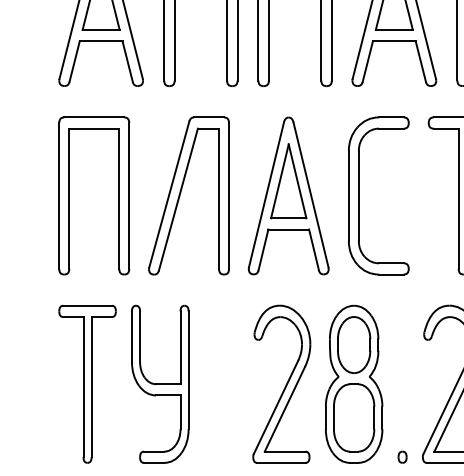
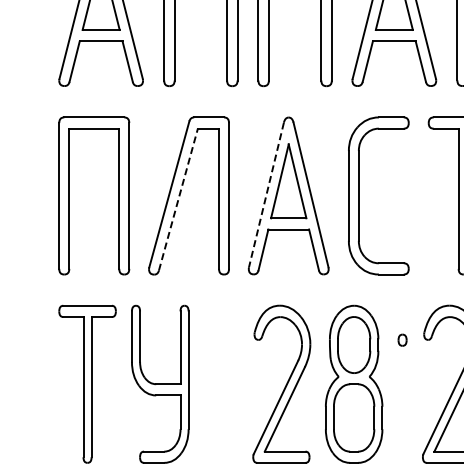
line at (266, 195): solid -> dashed
line at (178, 199): solid -> dashed
part at (402, 456) position: (402, 456) -> (402, 339)
